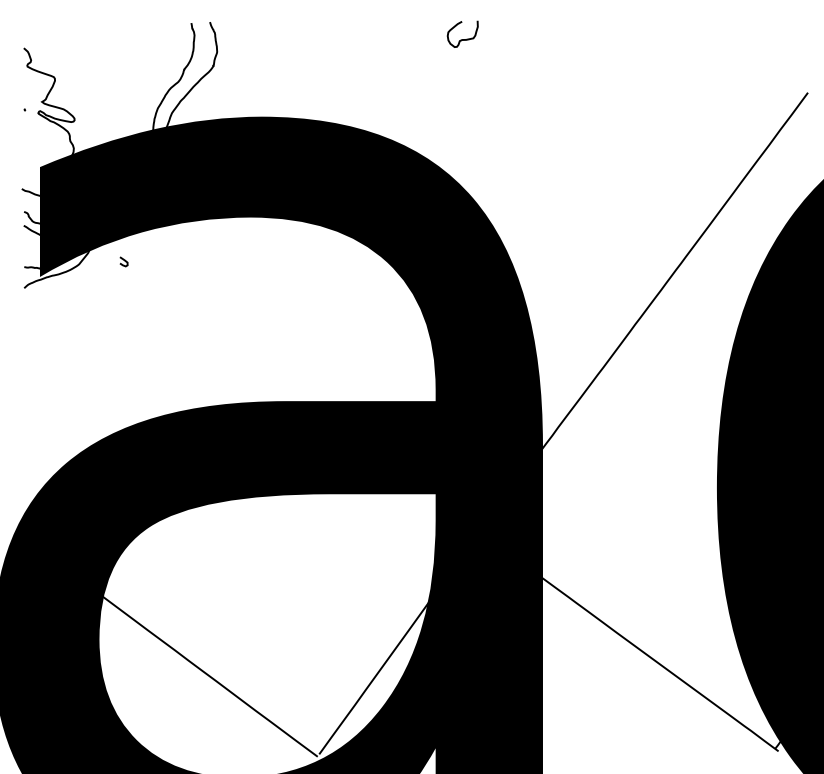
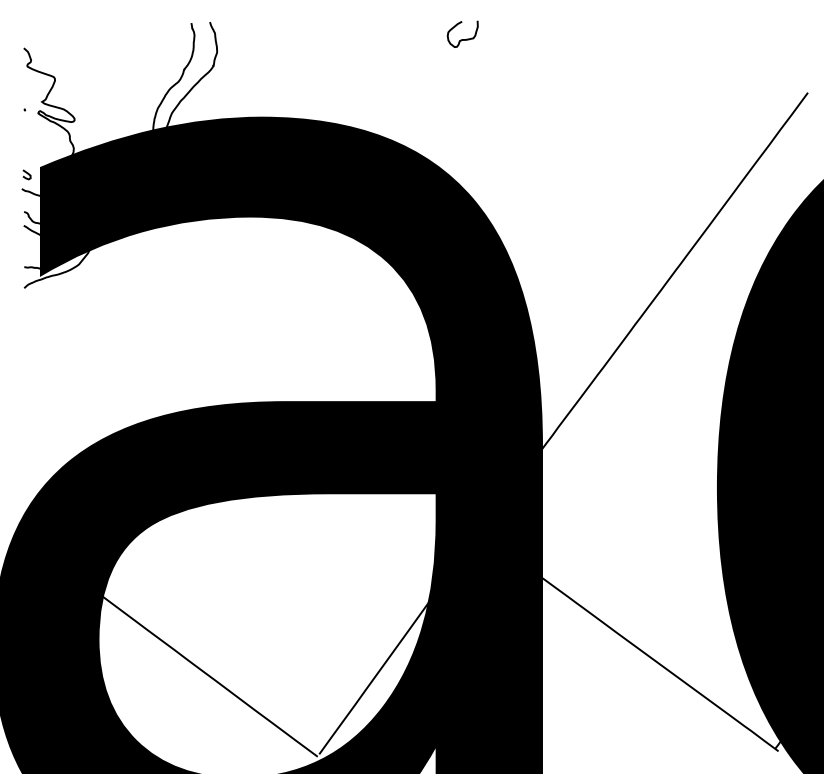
curve at (123, 260) position: (123, 260) -> (26, 173)
